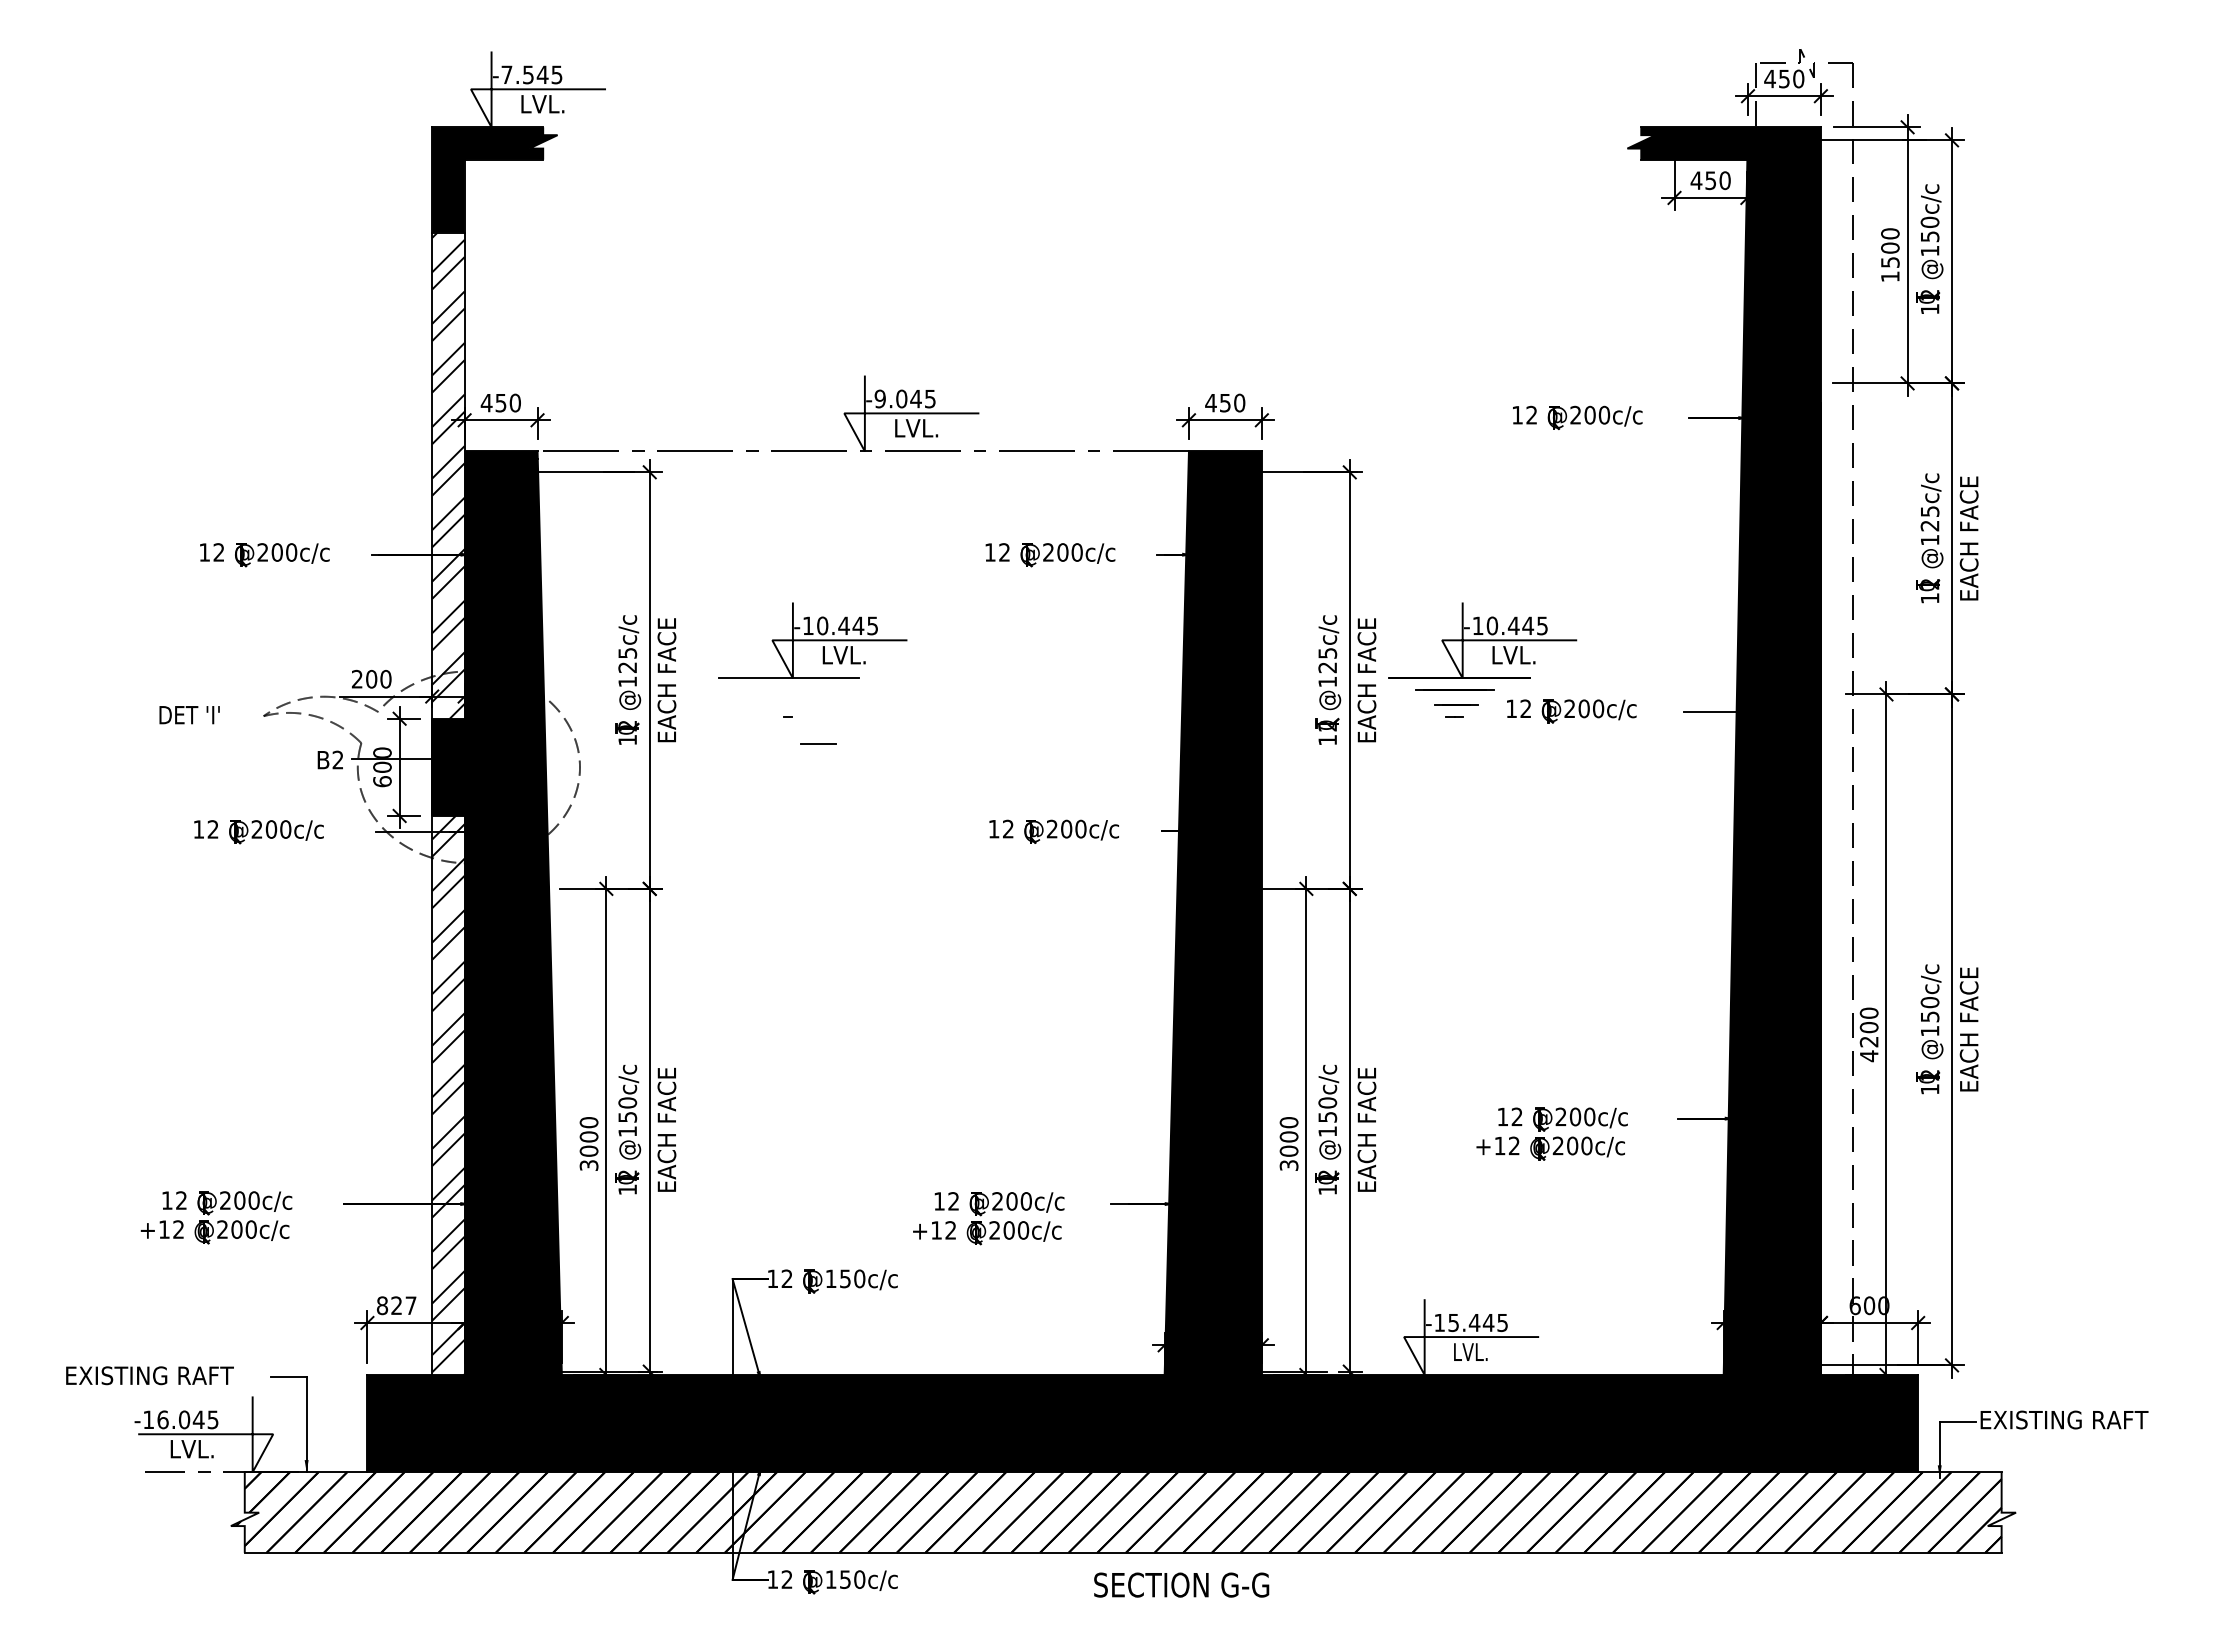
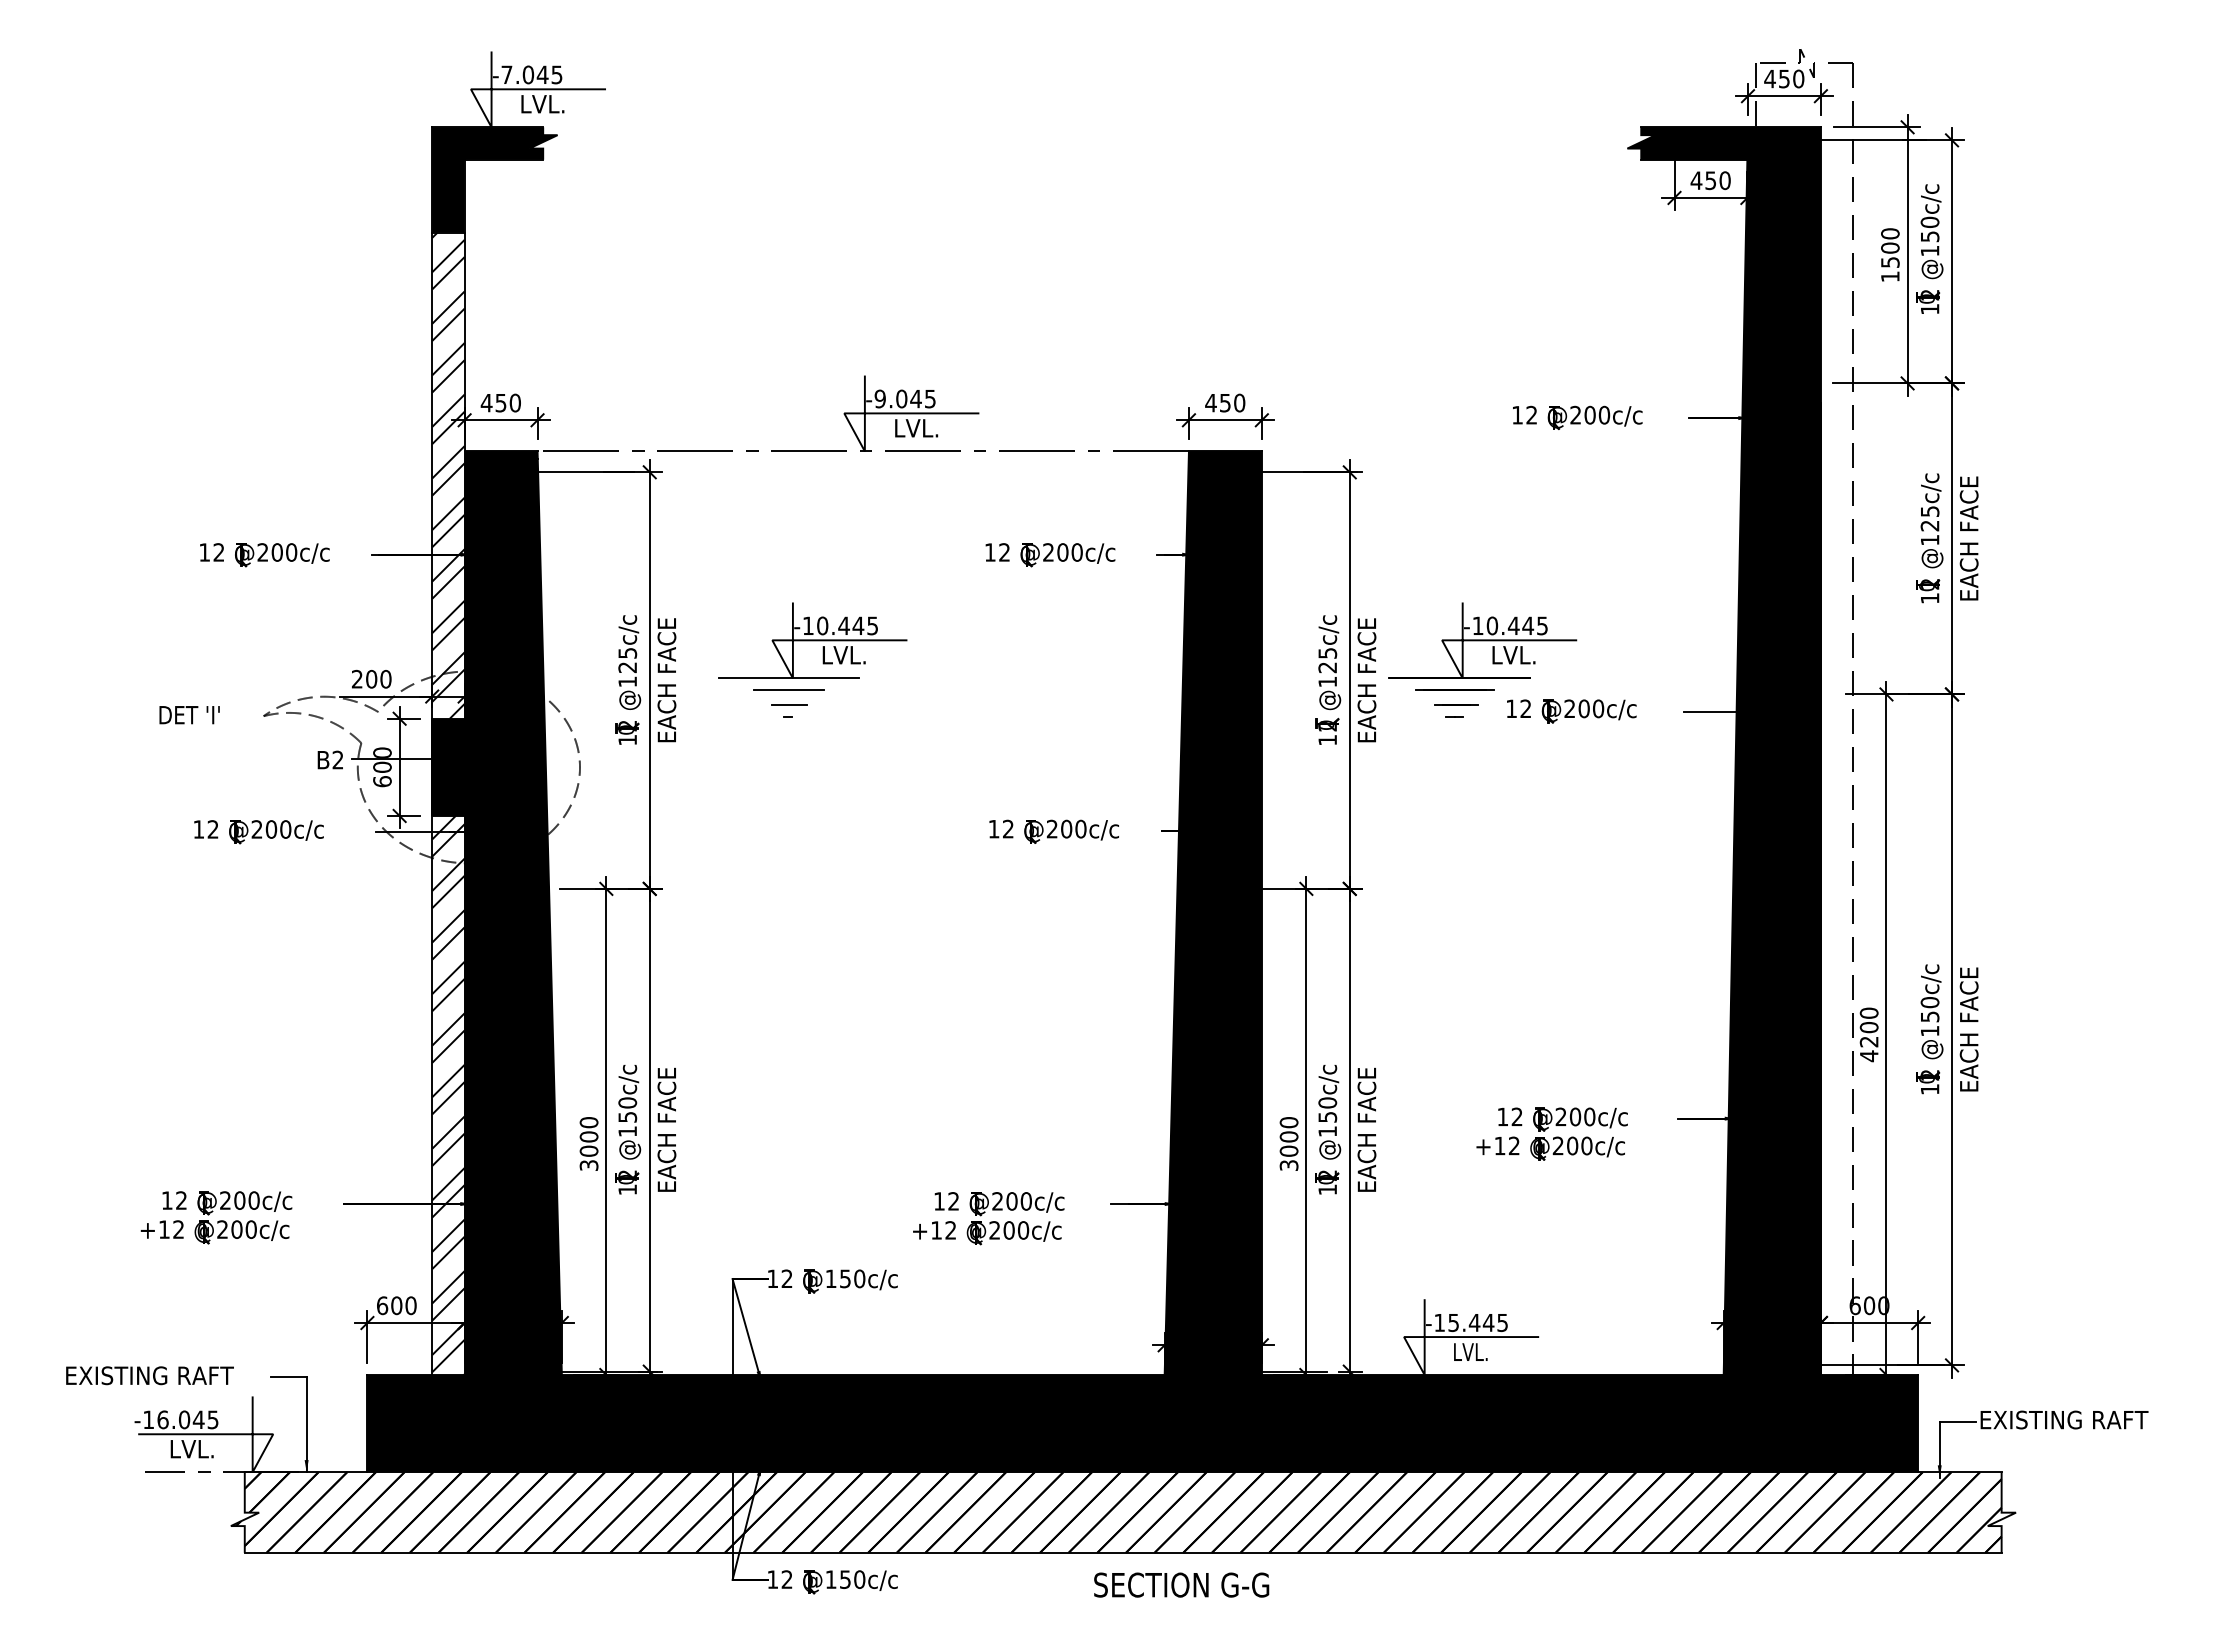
text at (528, 74): -7.545 -> -7.045
line at (788, 690): none -> present
line at (818, 743) position: (818, 743) -> (789, 704)
text at (396, 1305): 827 -> 600
